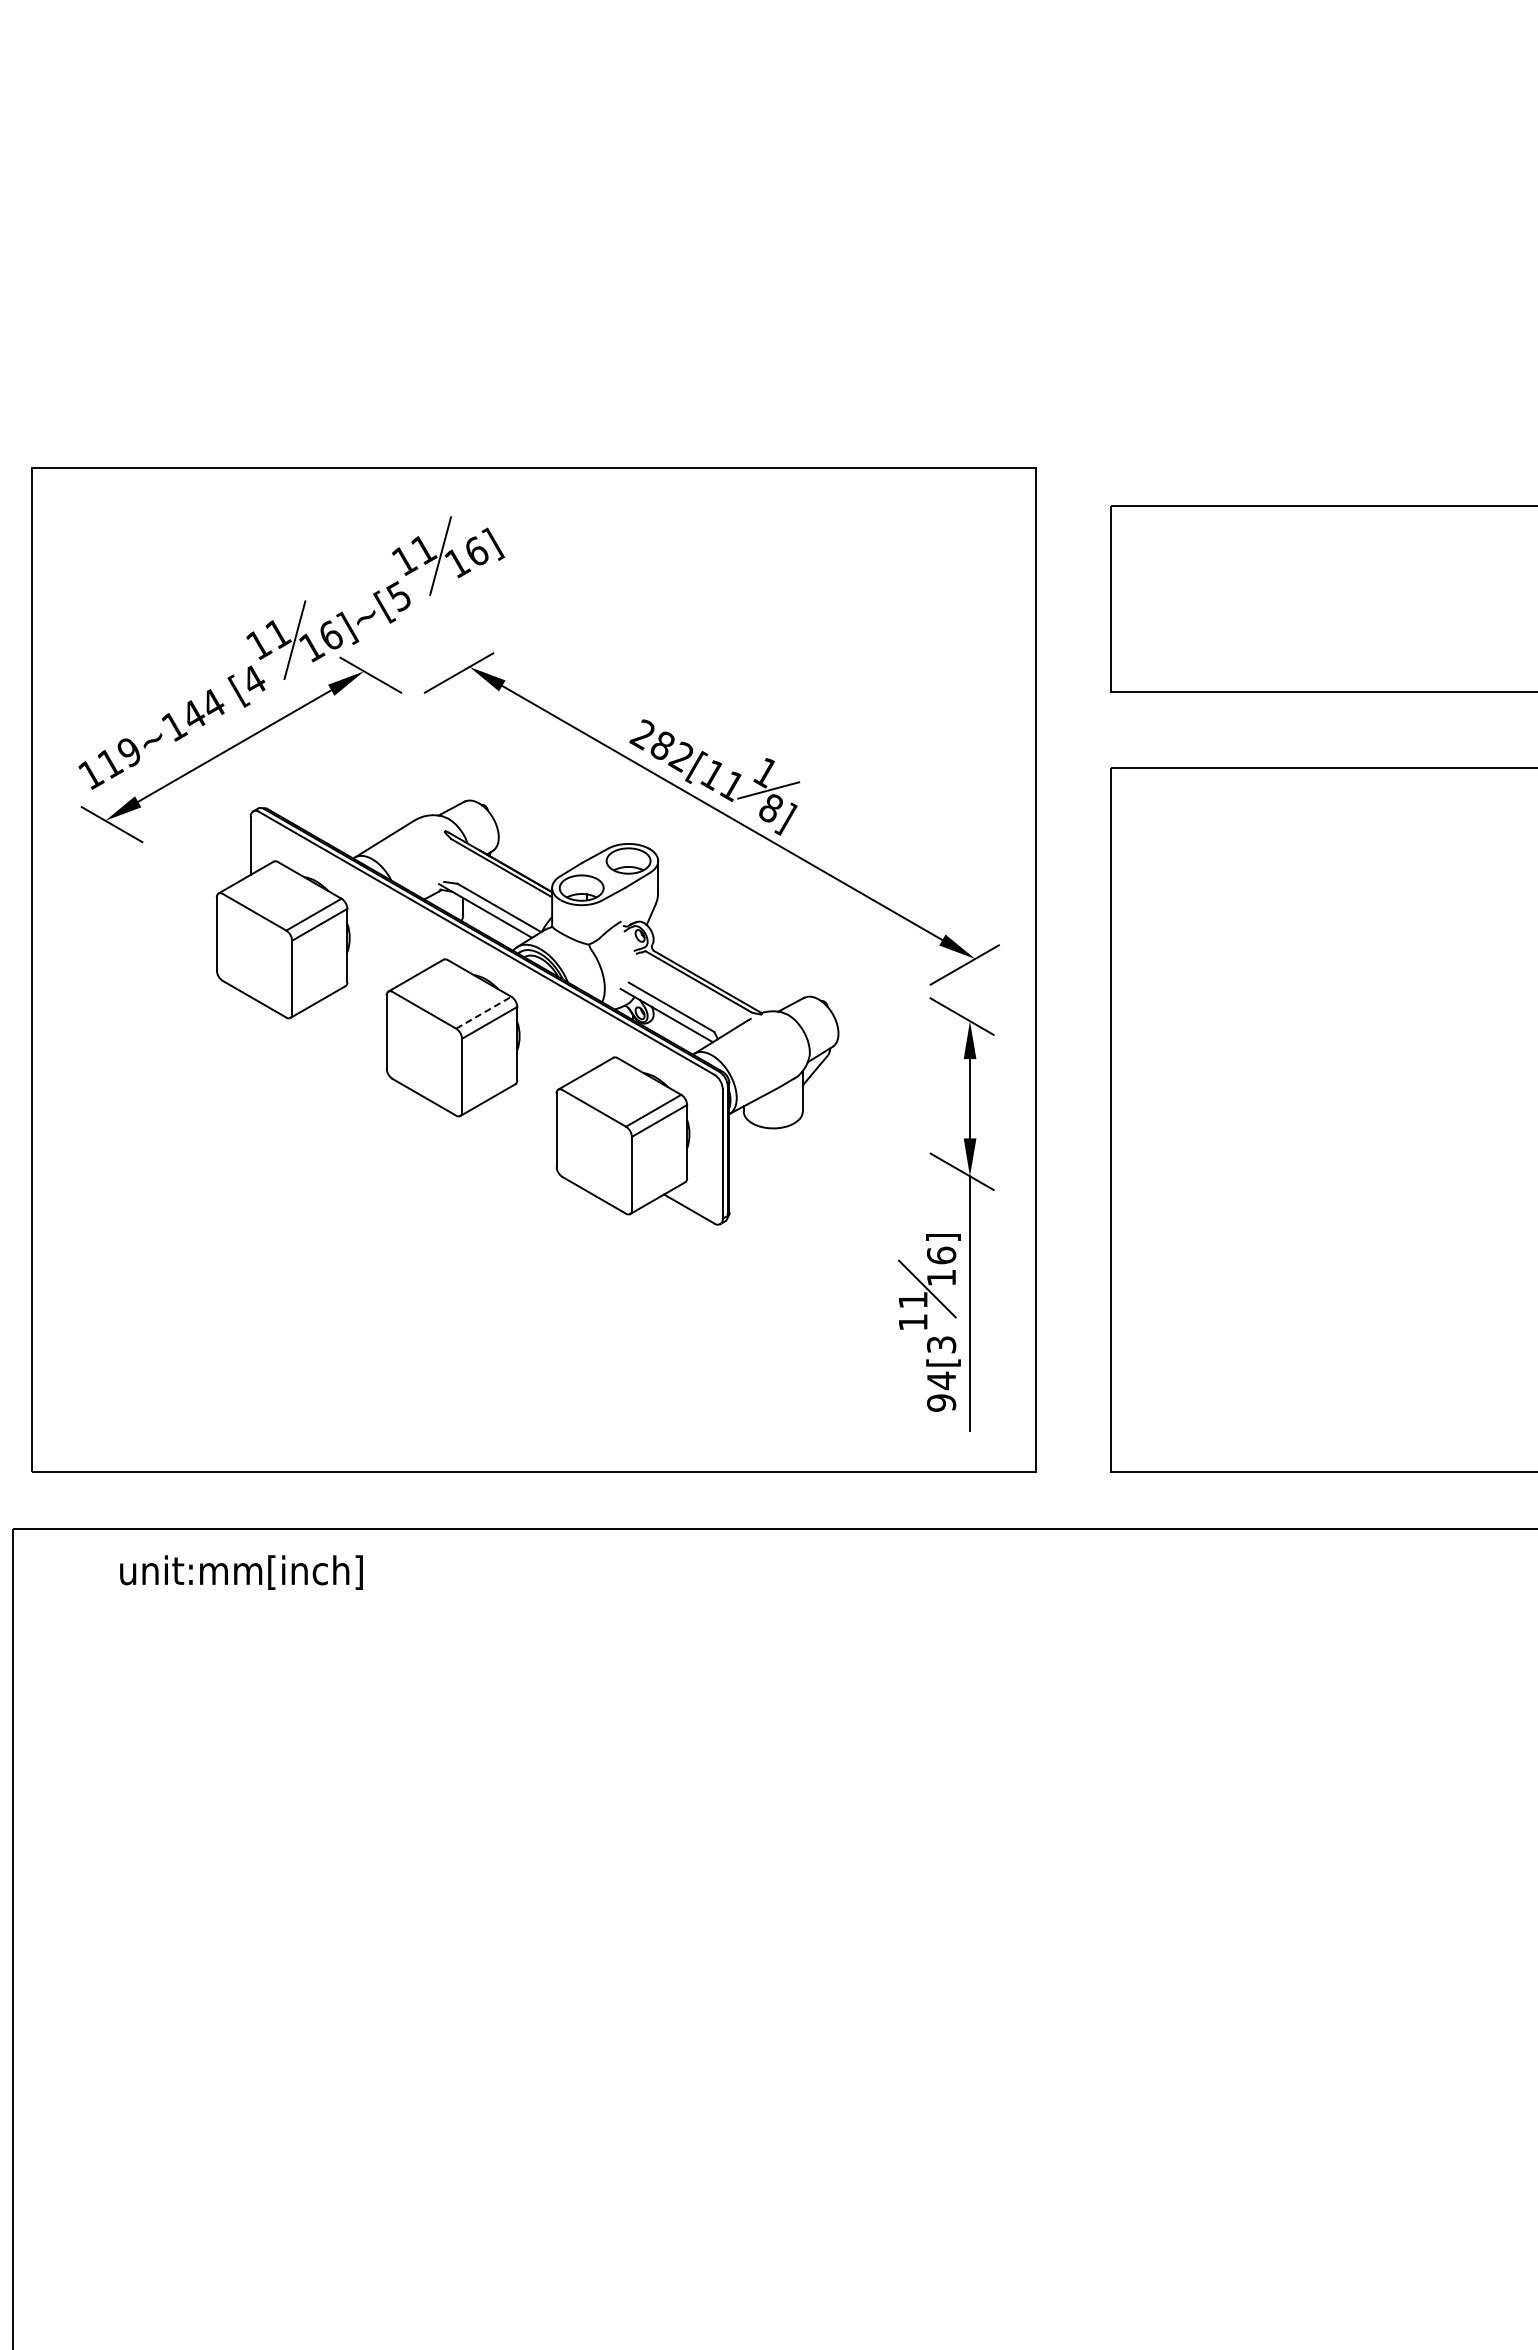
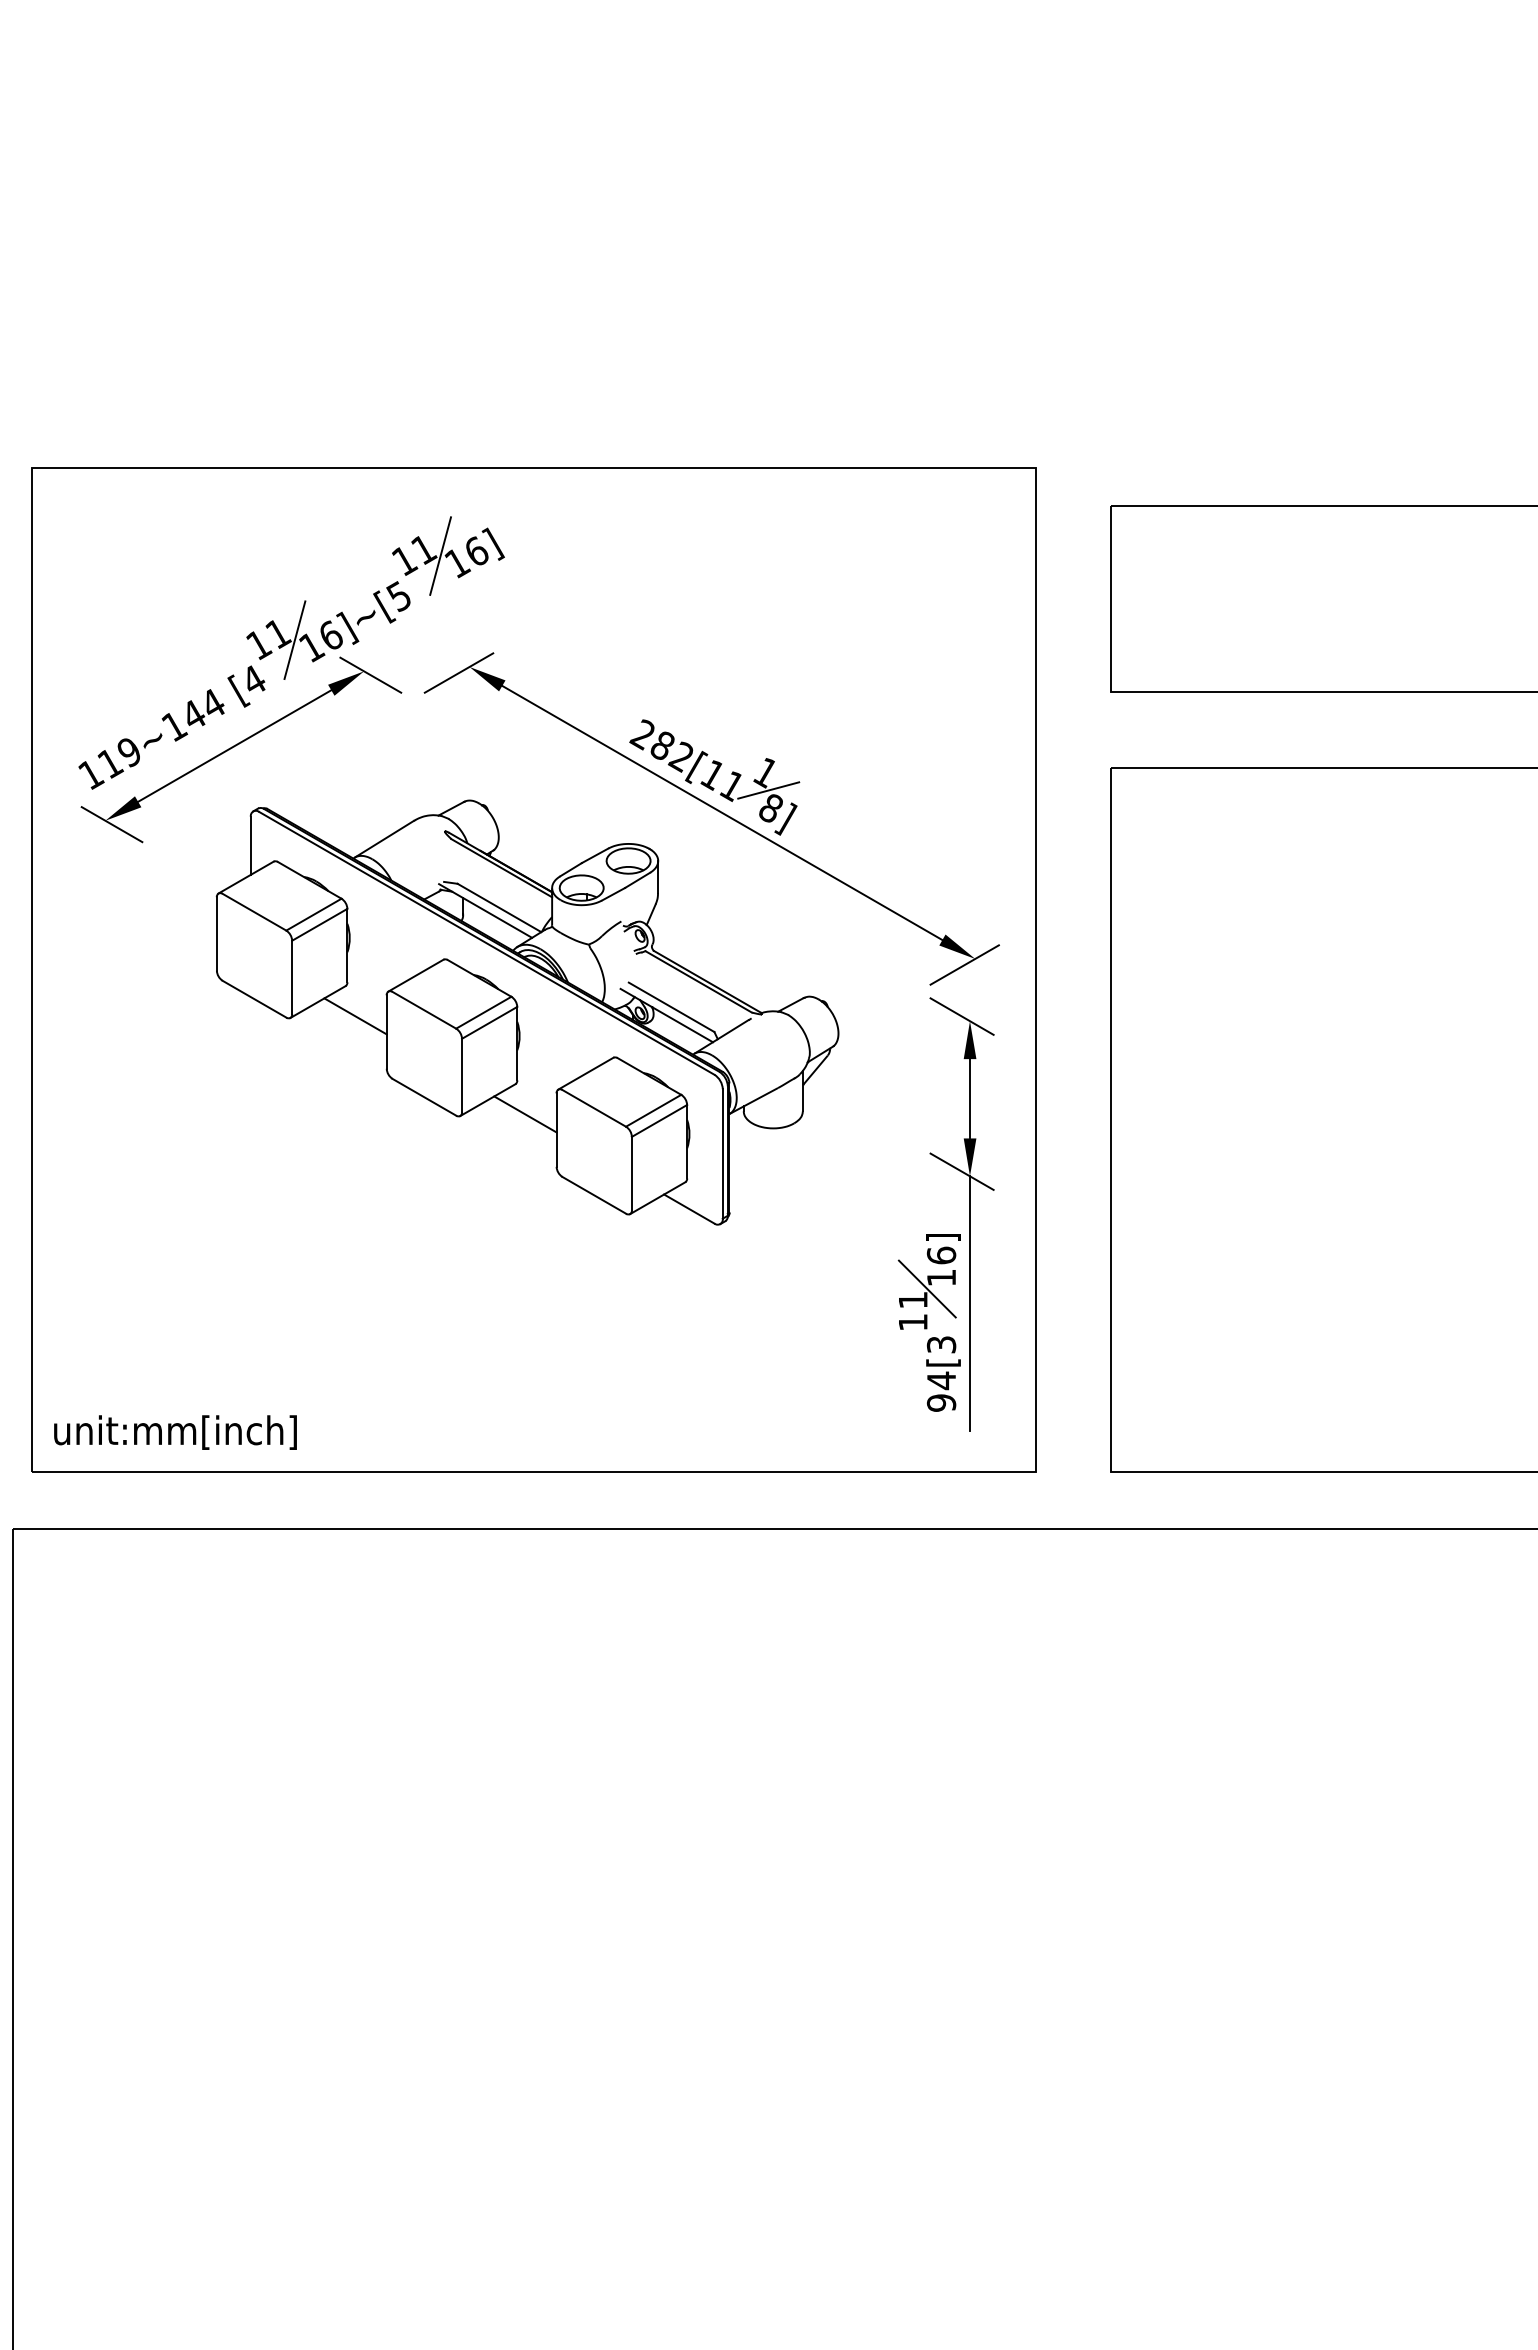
line at (483, 1012): dashed -> solid
line at (355, 1016): none -> present
line at (525, 1114): none -> present
text at (241, 1572) position: (241, 1572) -> (175, 1432)
